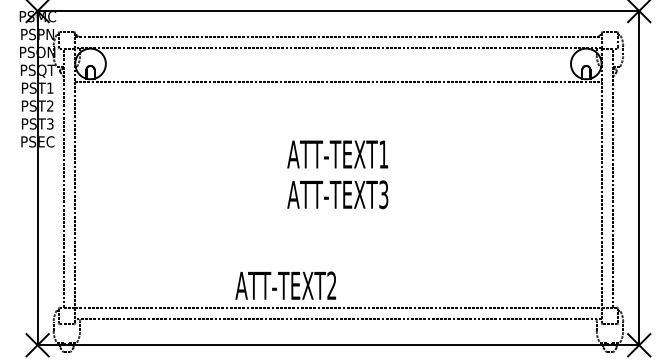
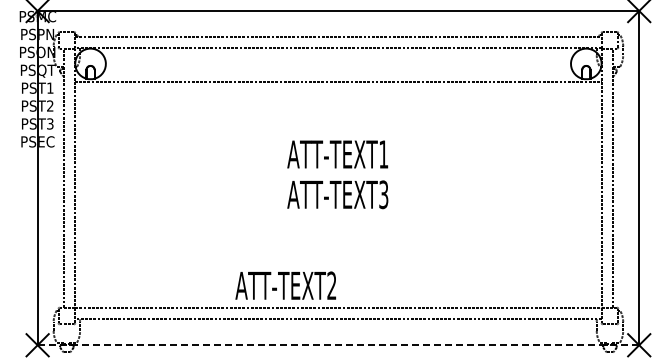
line at (338, 345): solid -> dashed
